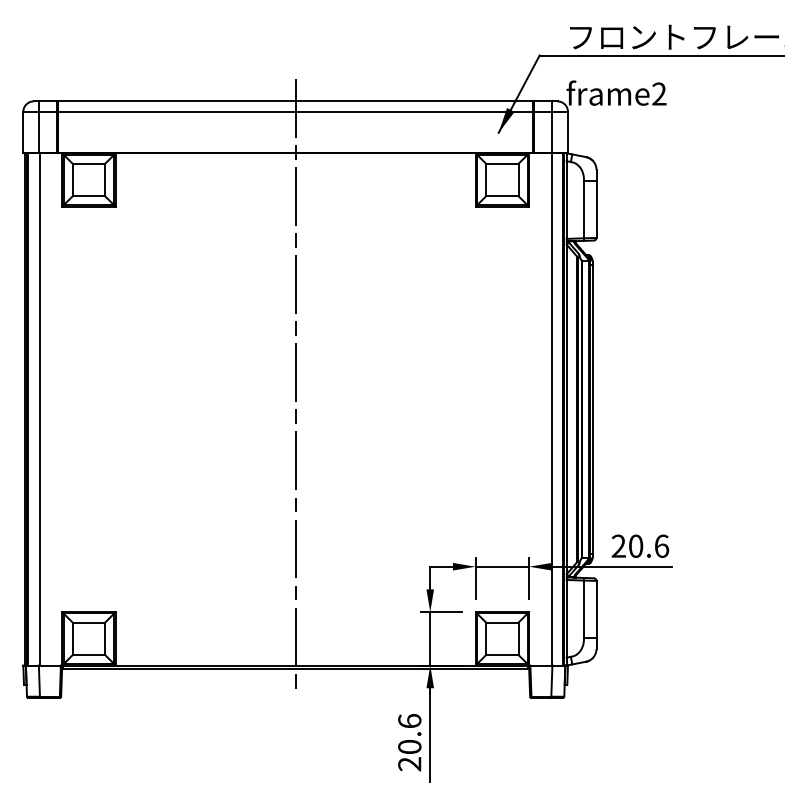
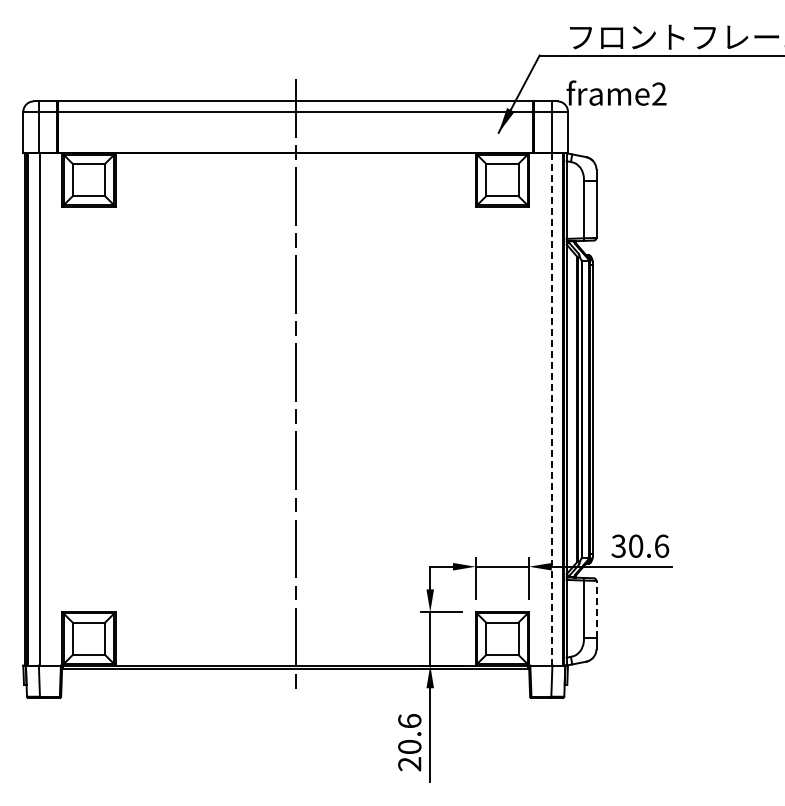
line at (551, 409): solid -> dashed
text at (618, 546): 20.6 -> 30.6
line at (596, 609): solid -> dashed
